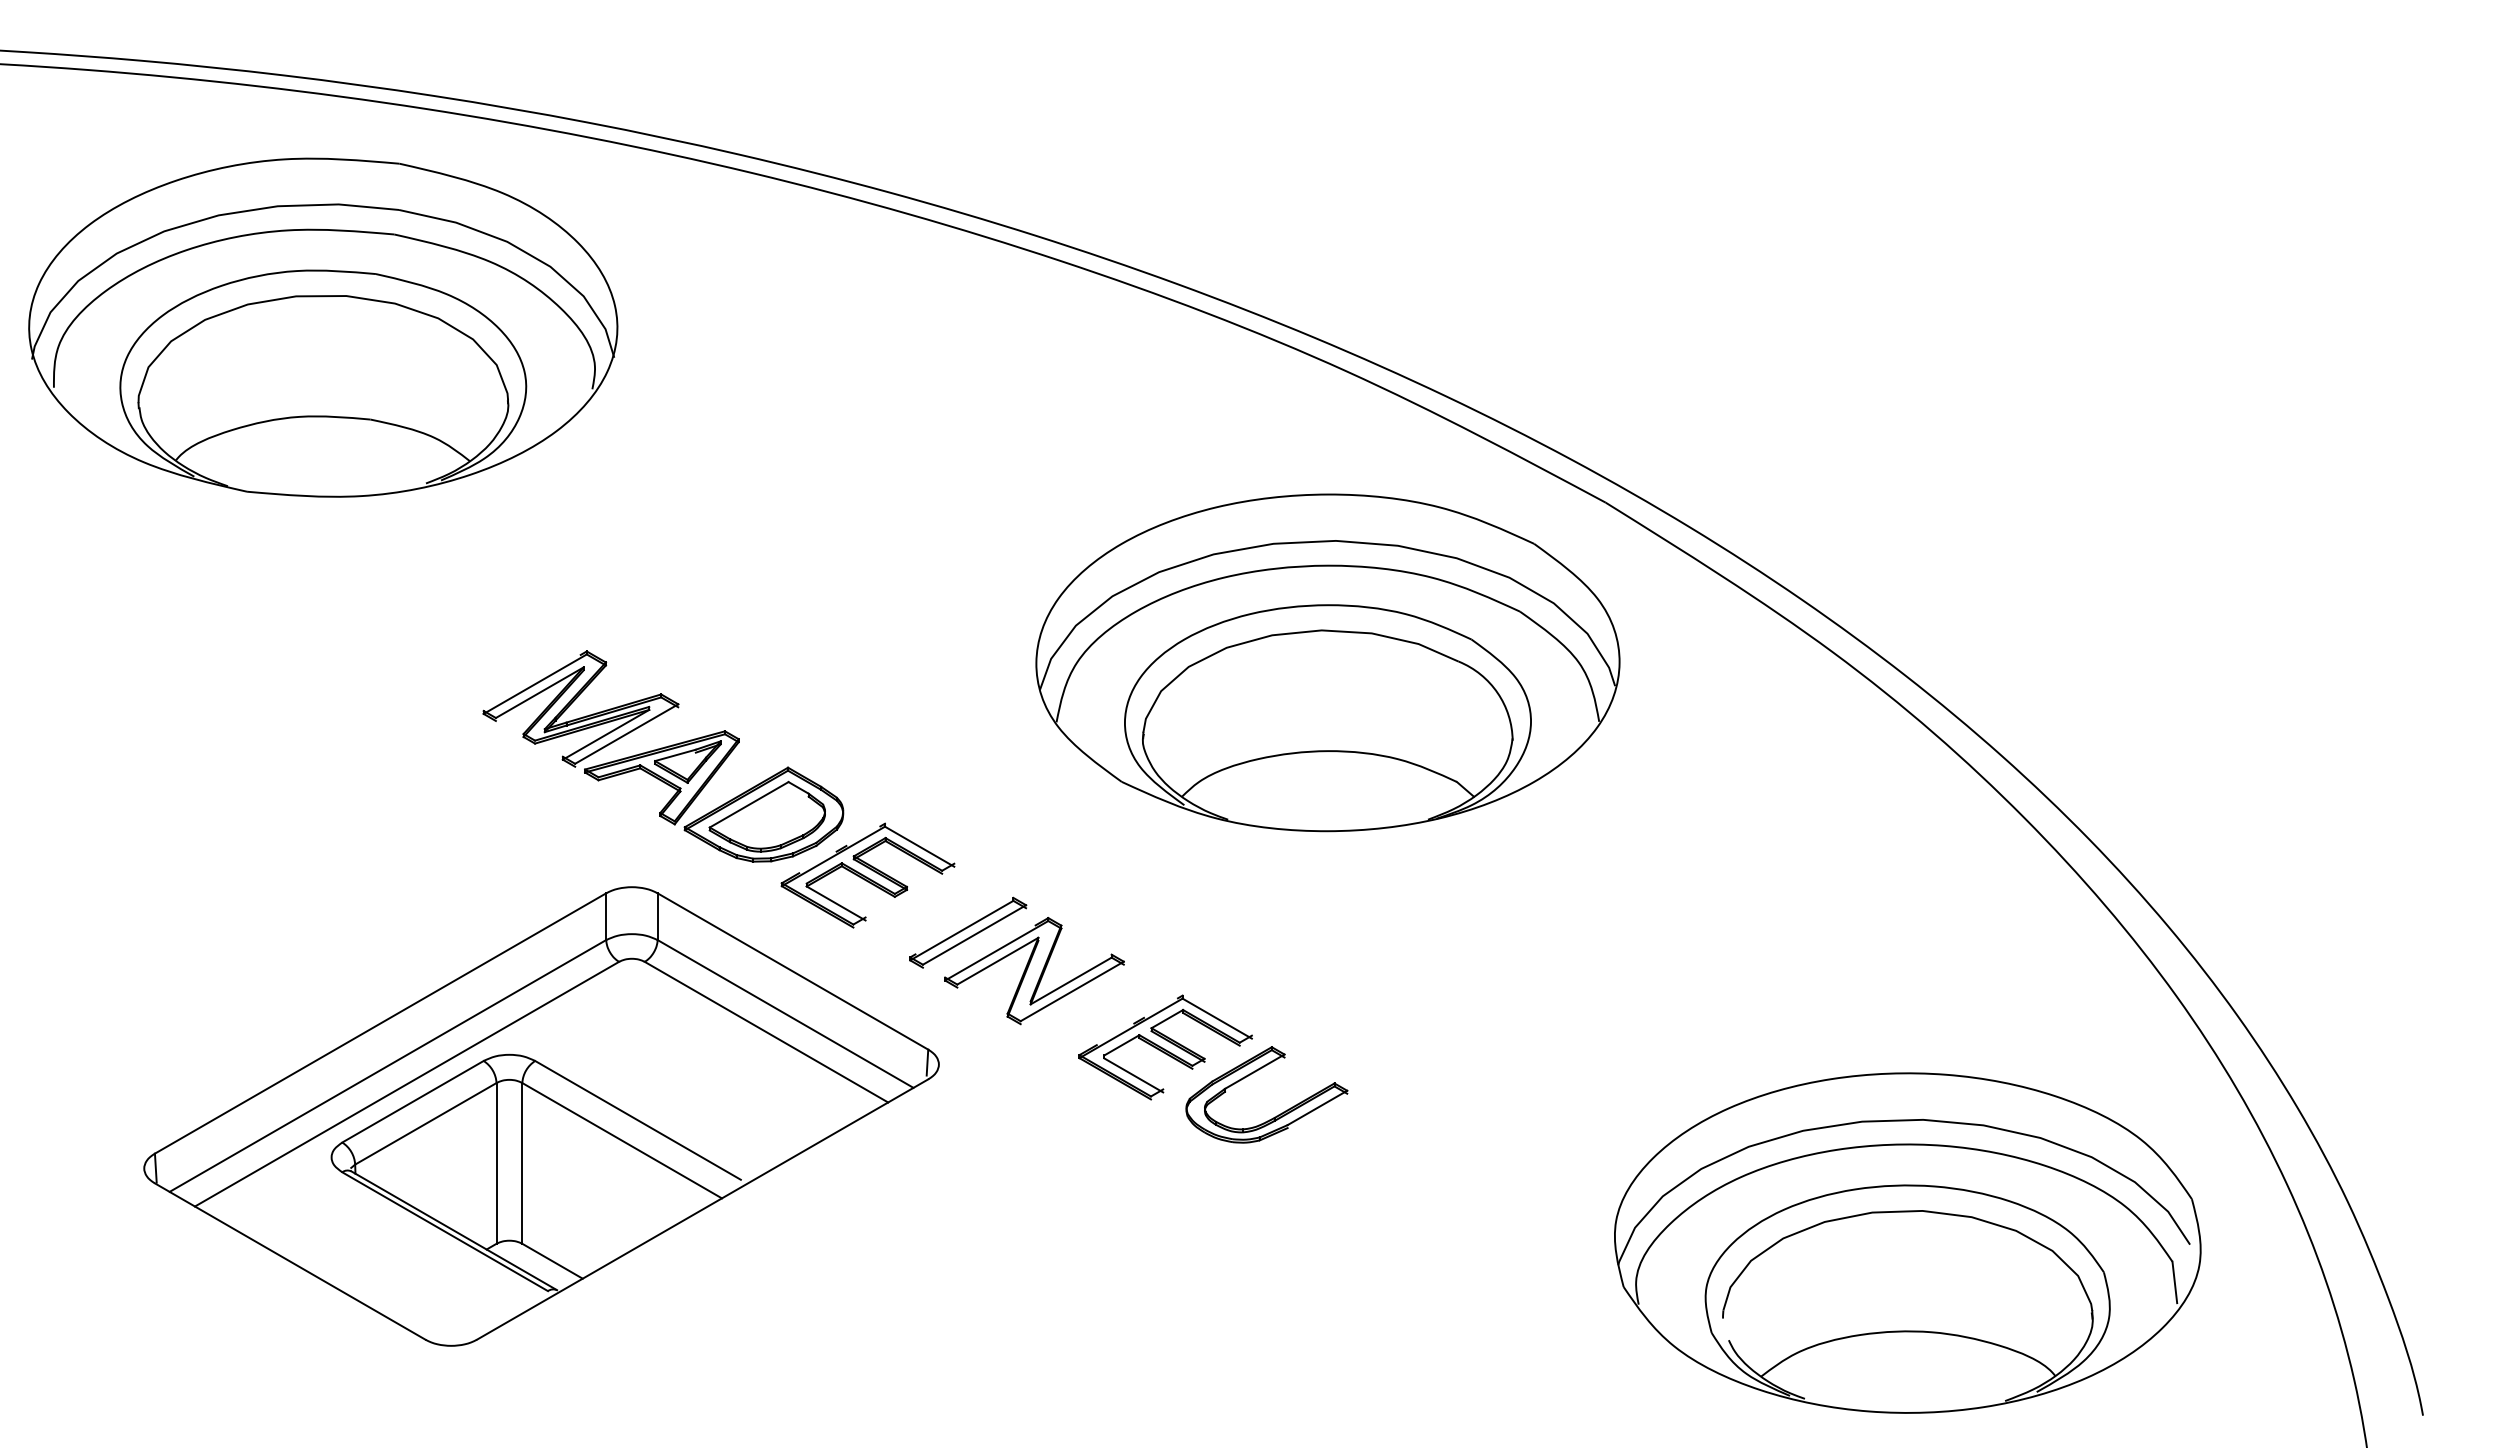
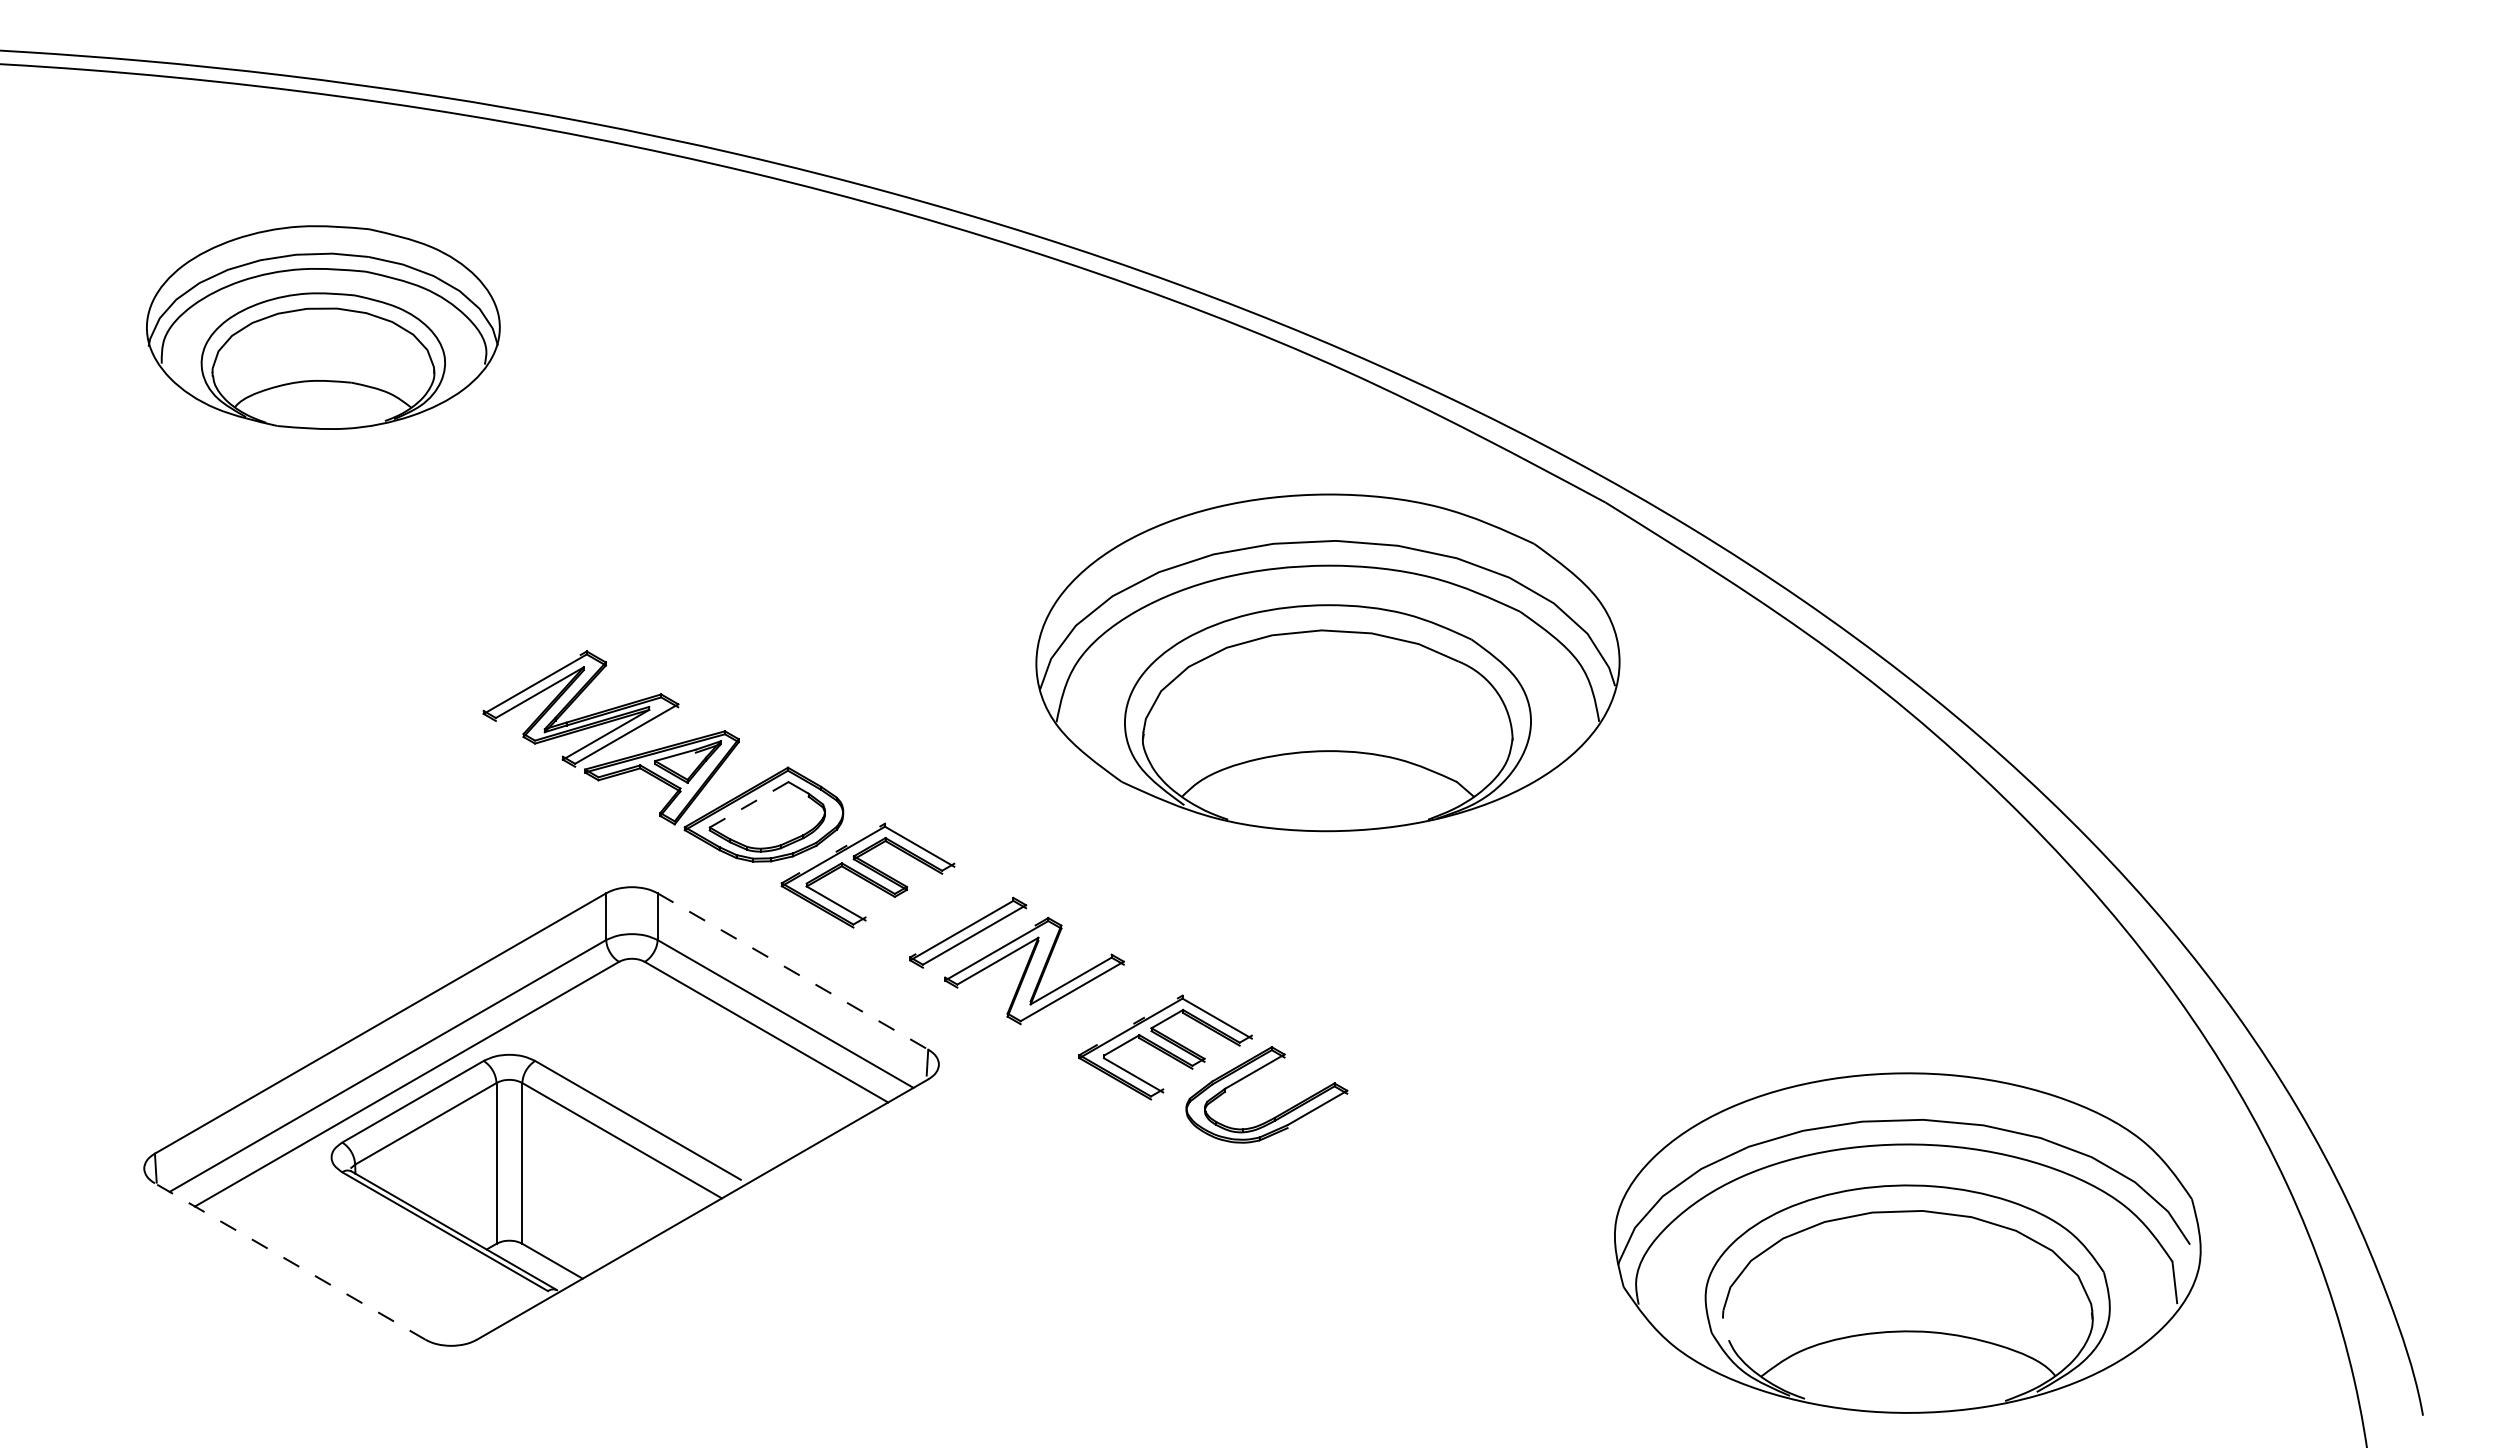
part at (323, 327) size: 591x341 px -> 355x205 px
line at (748, 805): solid -> dashed
line at (793, 971): solid -> dashed
line at (289, 1261): solid -> dashed
